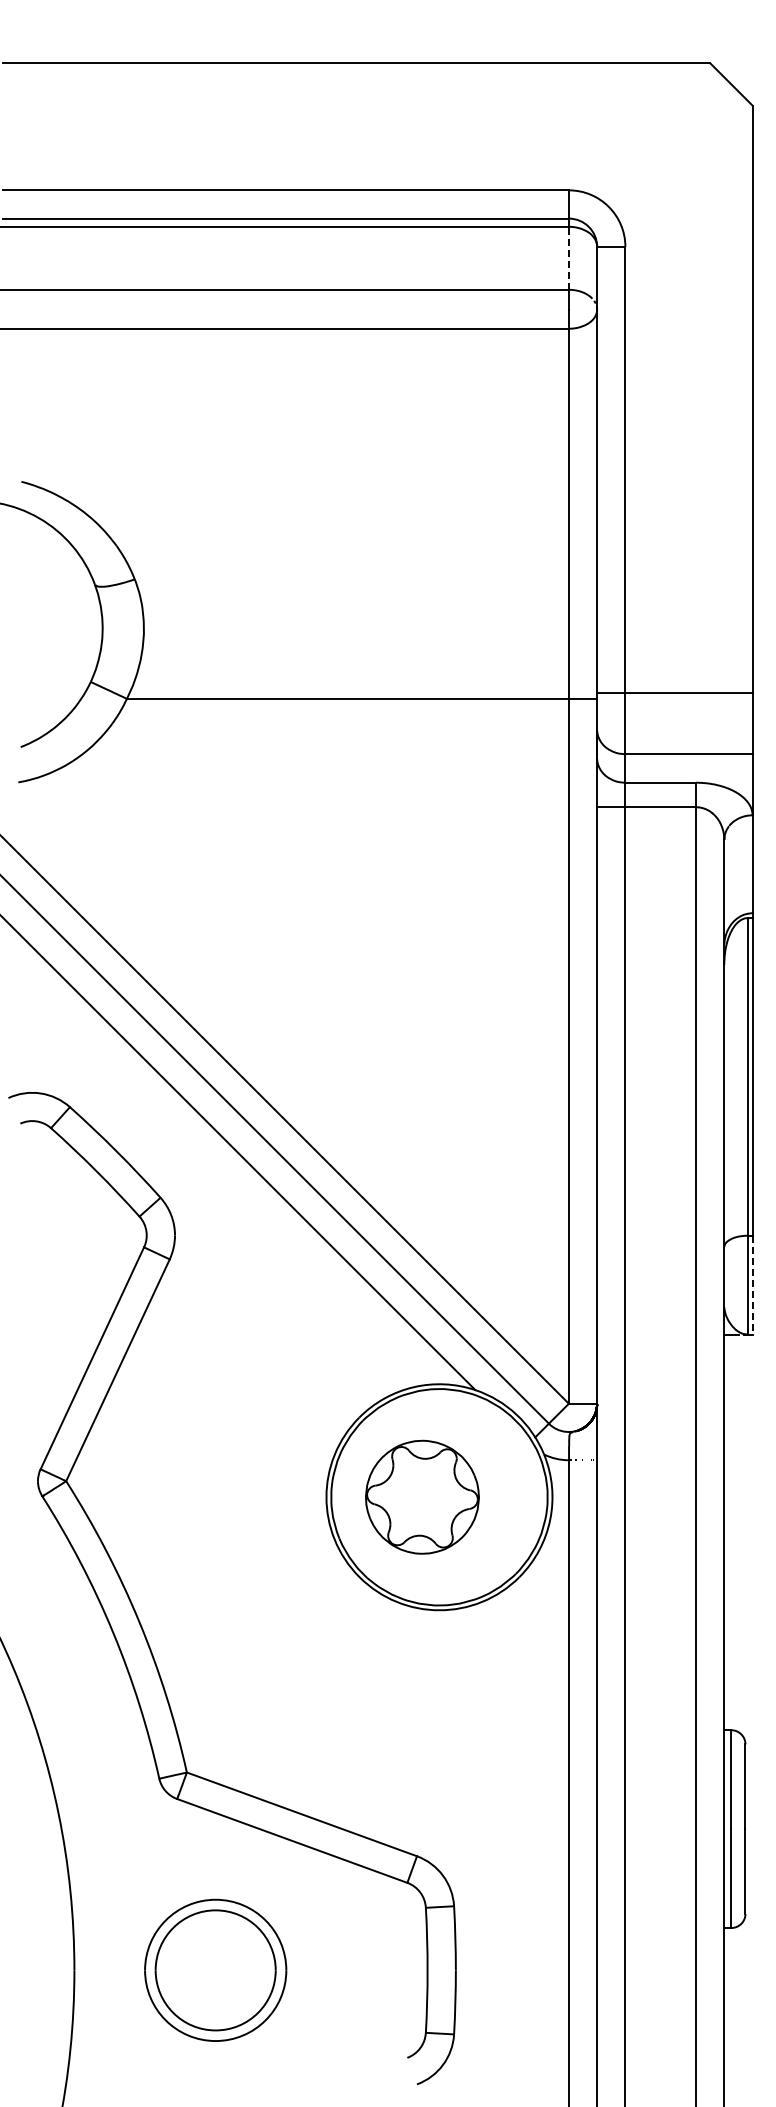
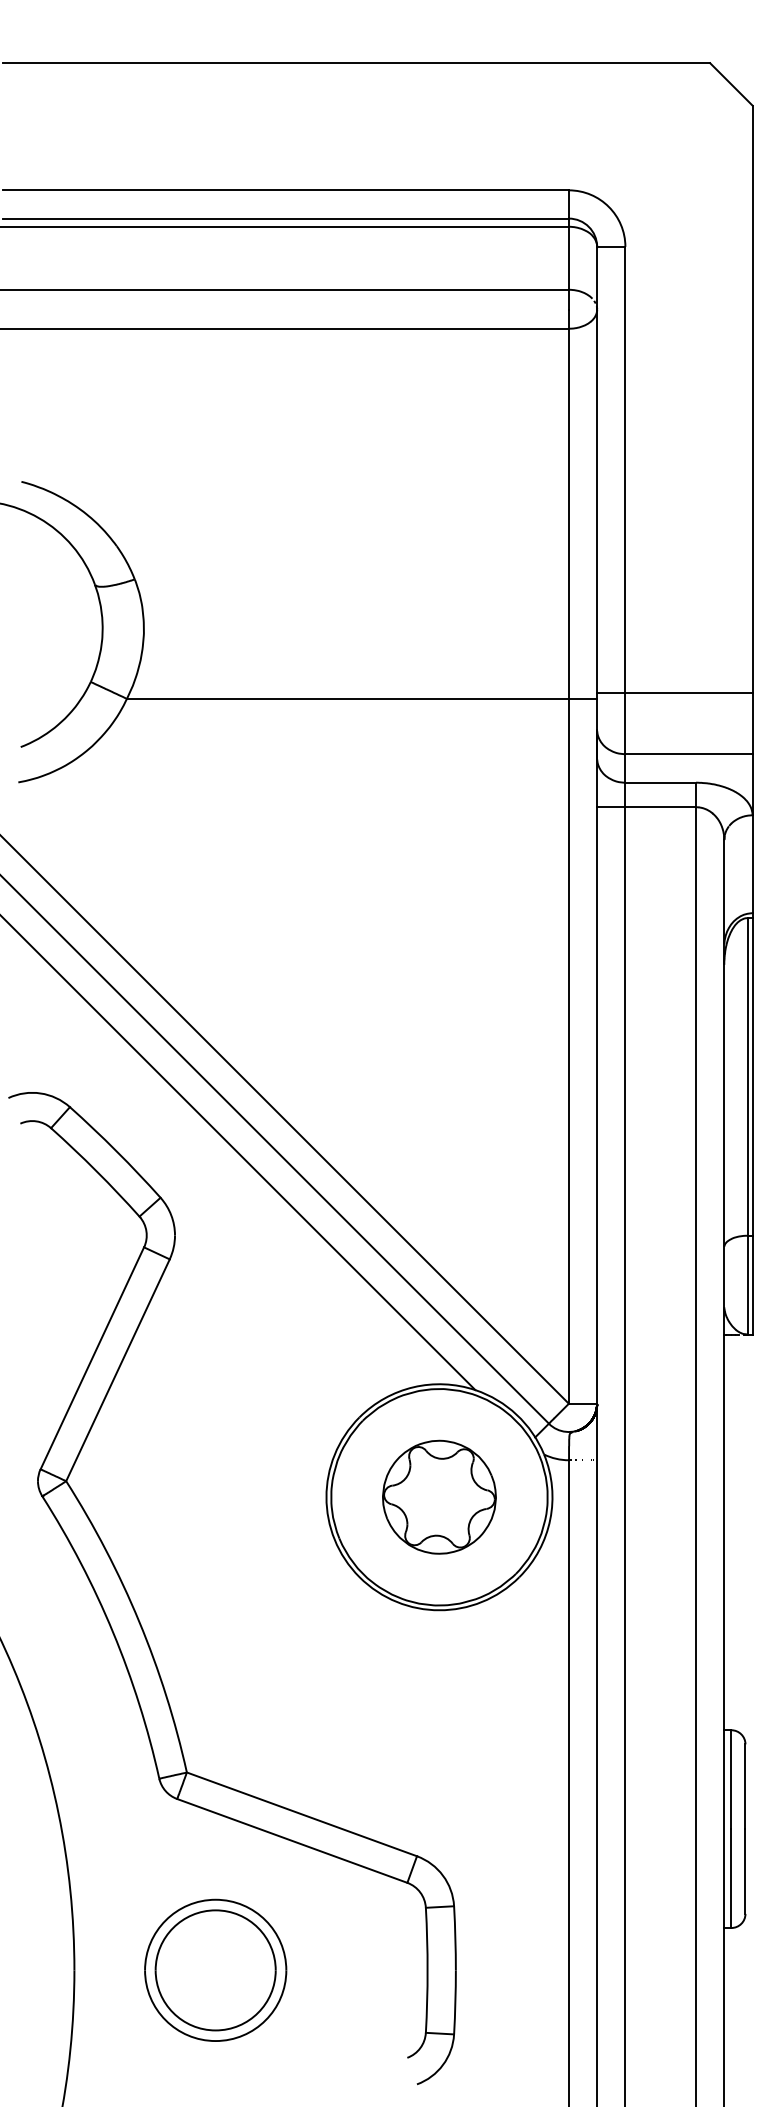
line at (568, 258): dashed -> solid
line at (752, 1285): dashed -> solid
part at (422, 1496) position: (422, 1496) -> (439, 1496)
